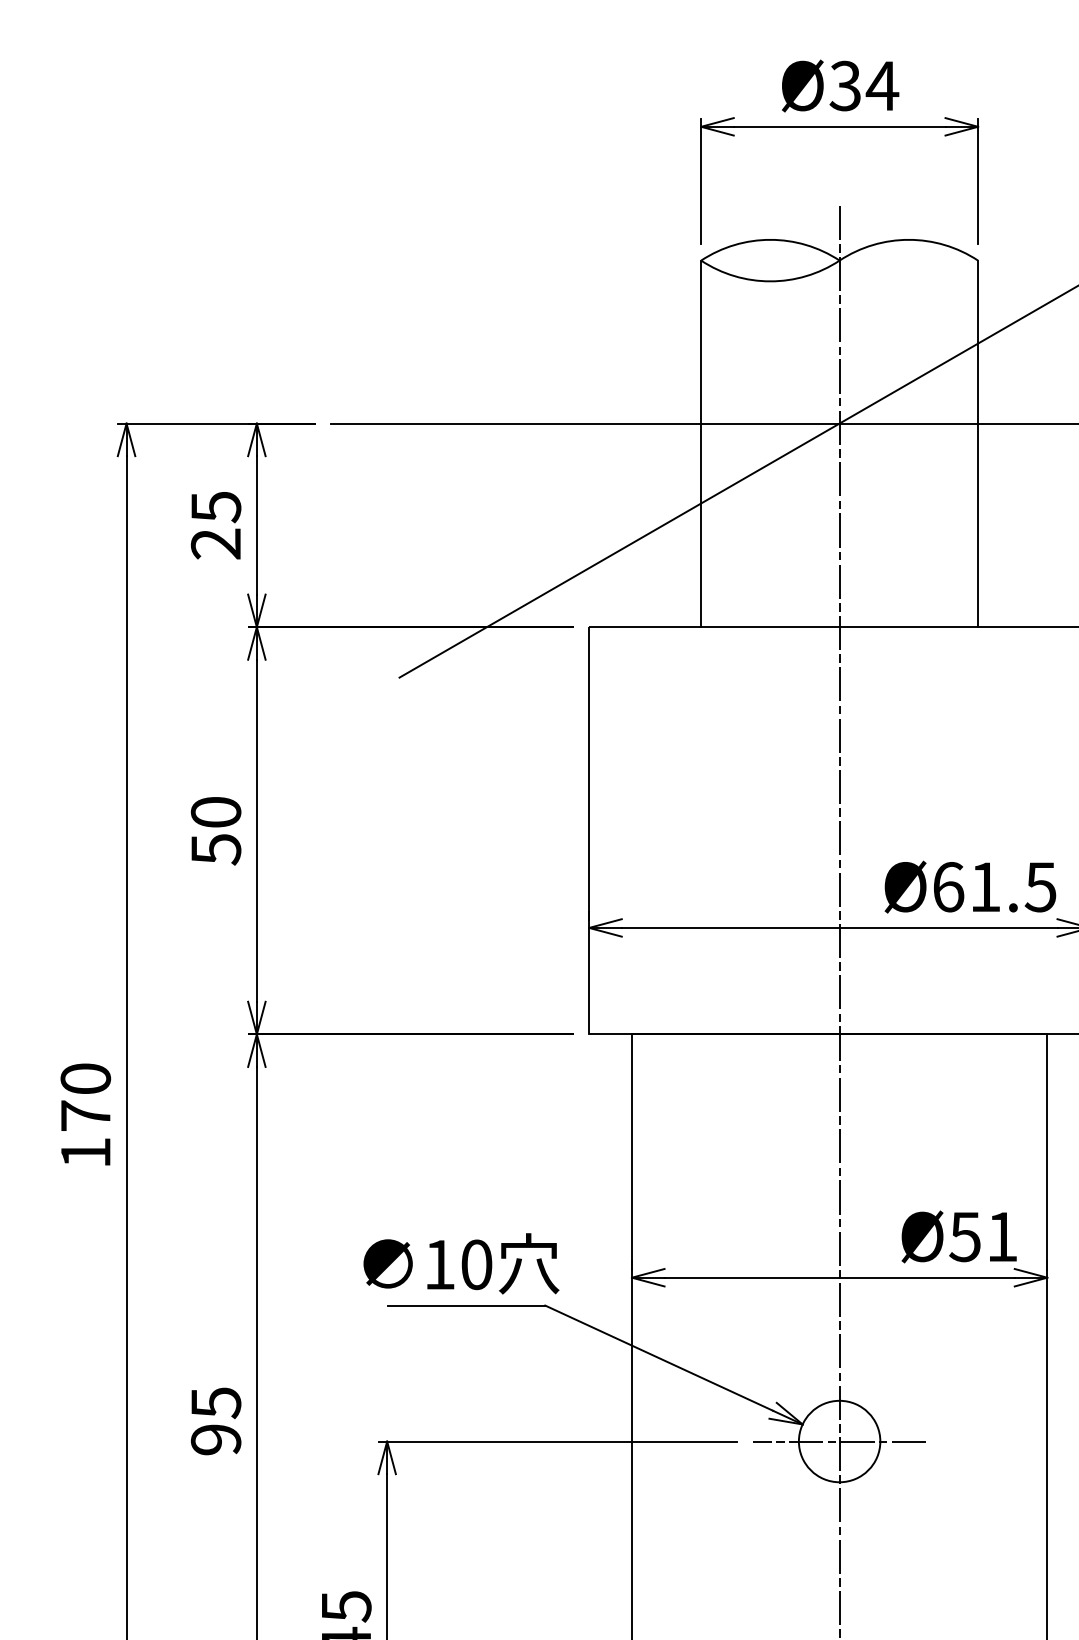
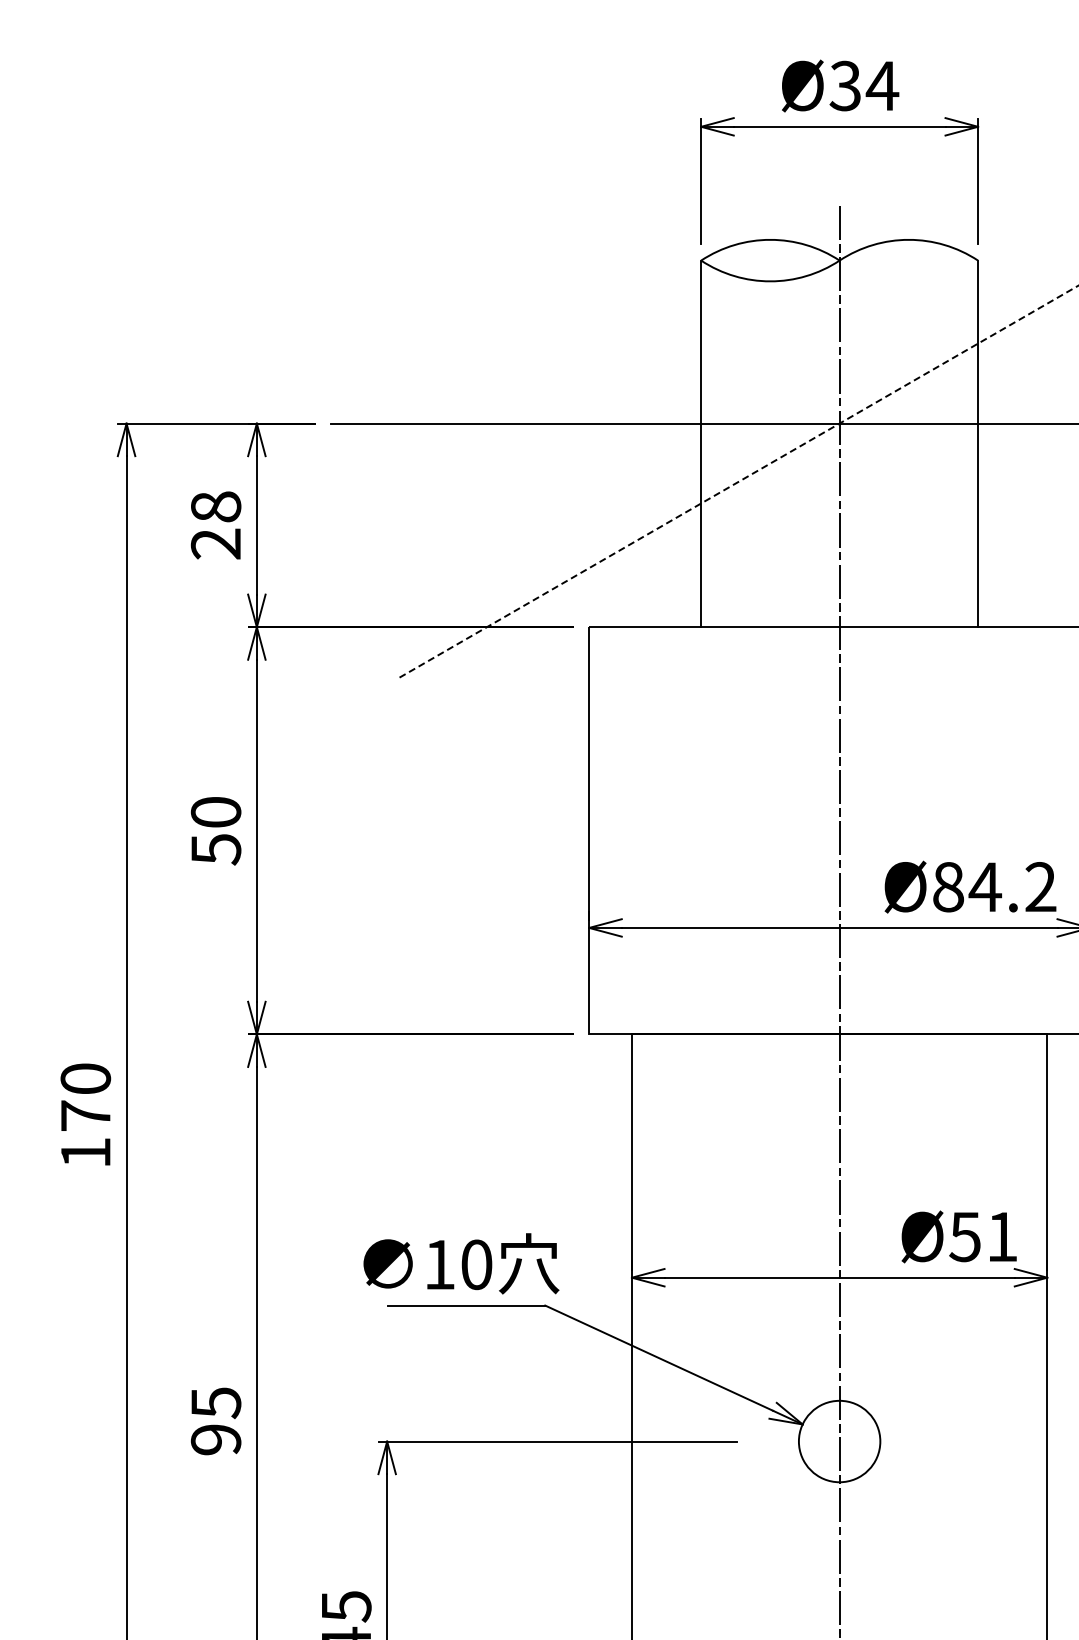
line at (739, 481): solid -> dashed
text at (216, 507): 25 -> 28
text at (994, 887): Ø61.5 -> Ø84.2
line at (839, 1441): present -> none
